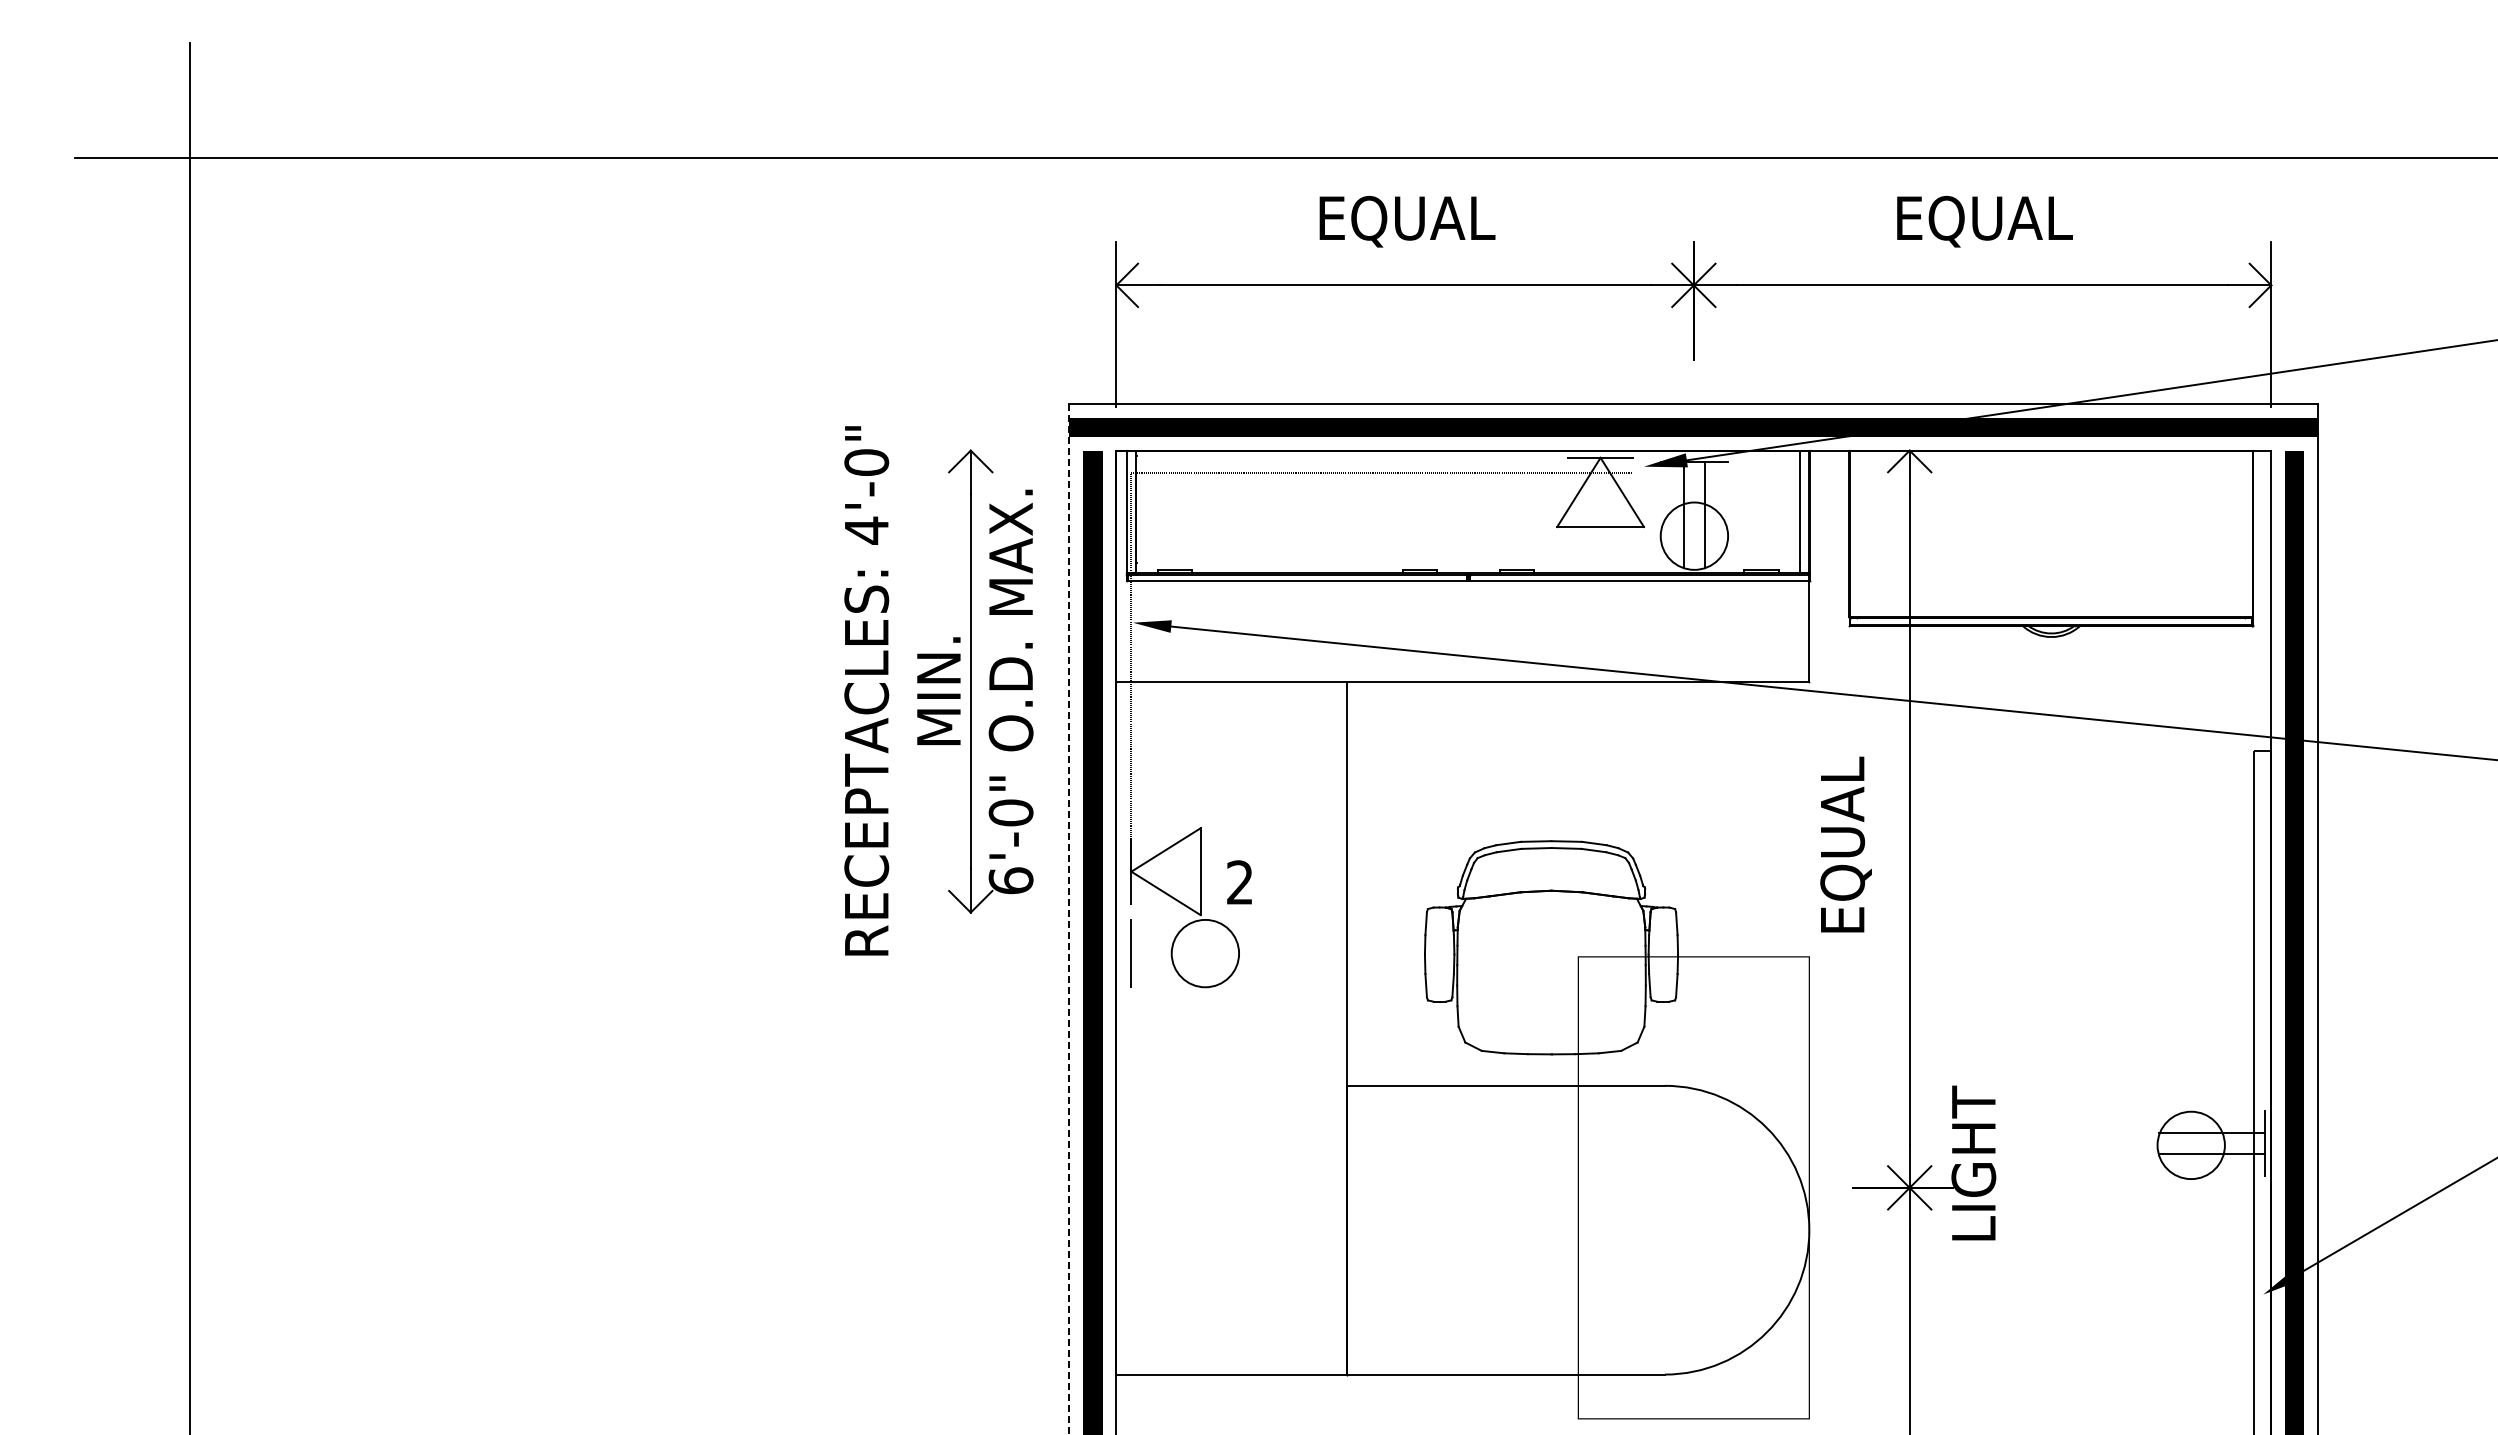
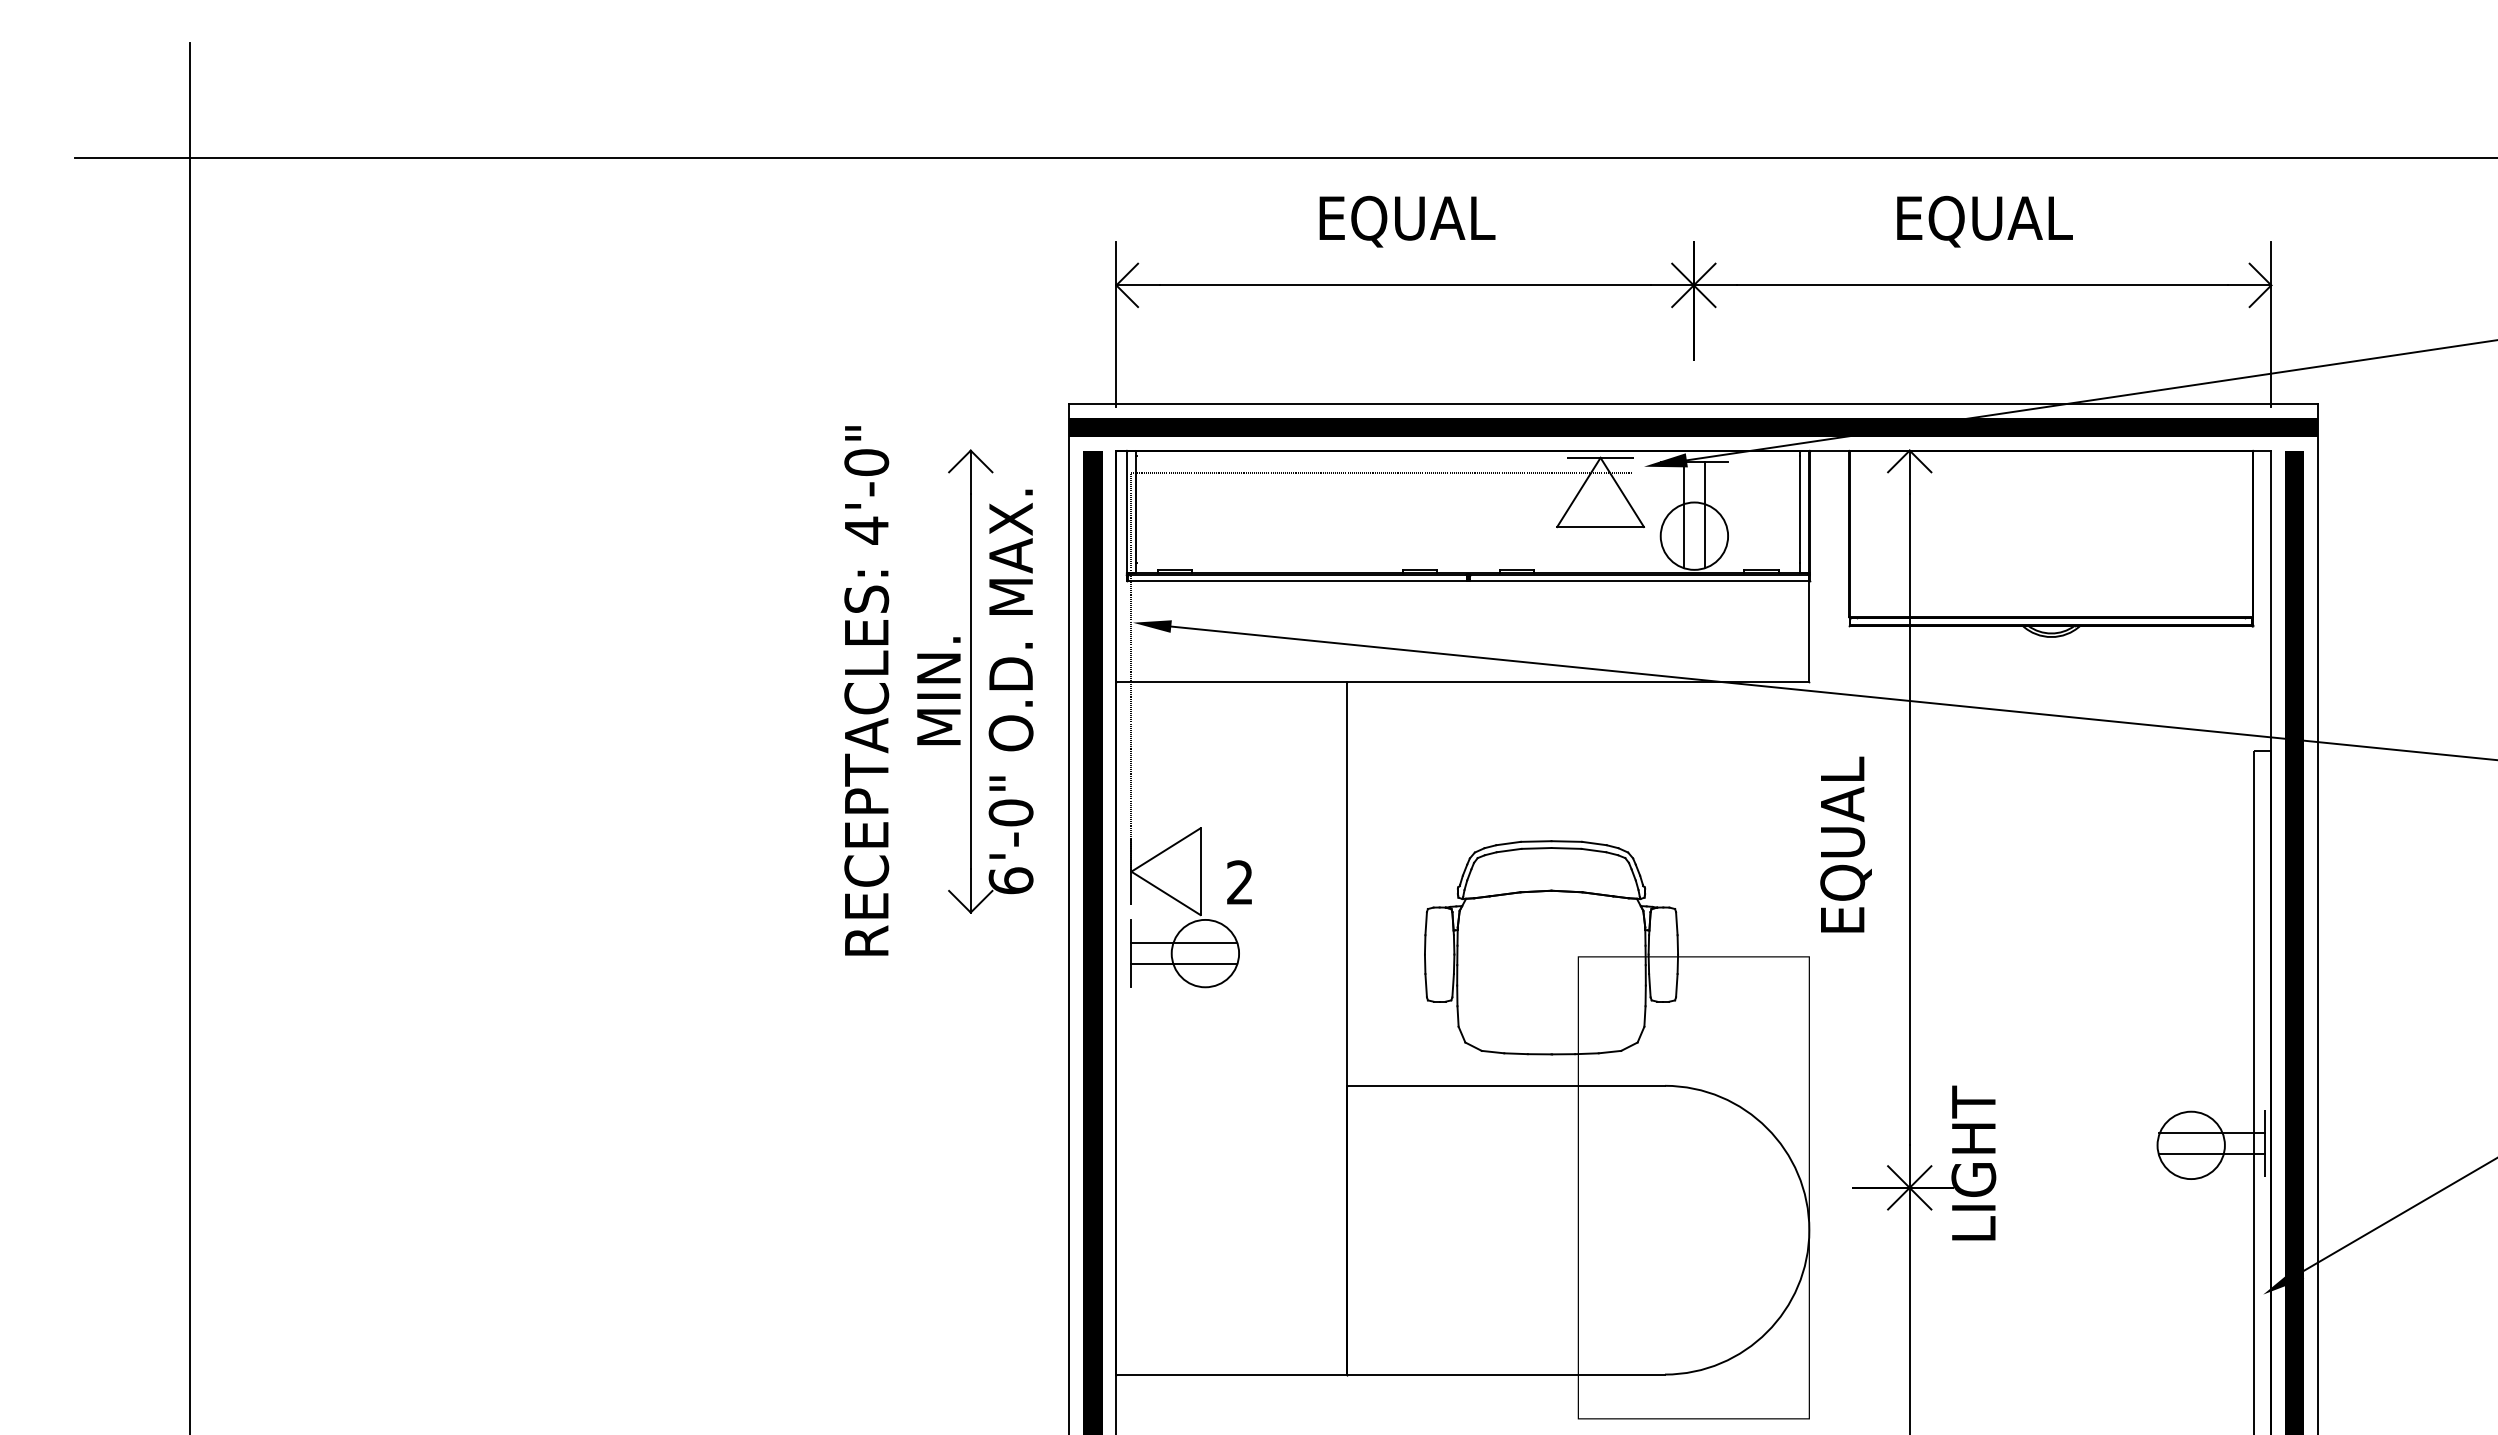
line at (1069, 919): dashed -> solid
line at (1184, 942): none -> present
line at (1184, 964): none -> present
